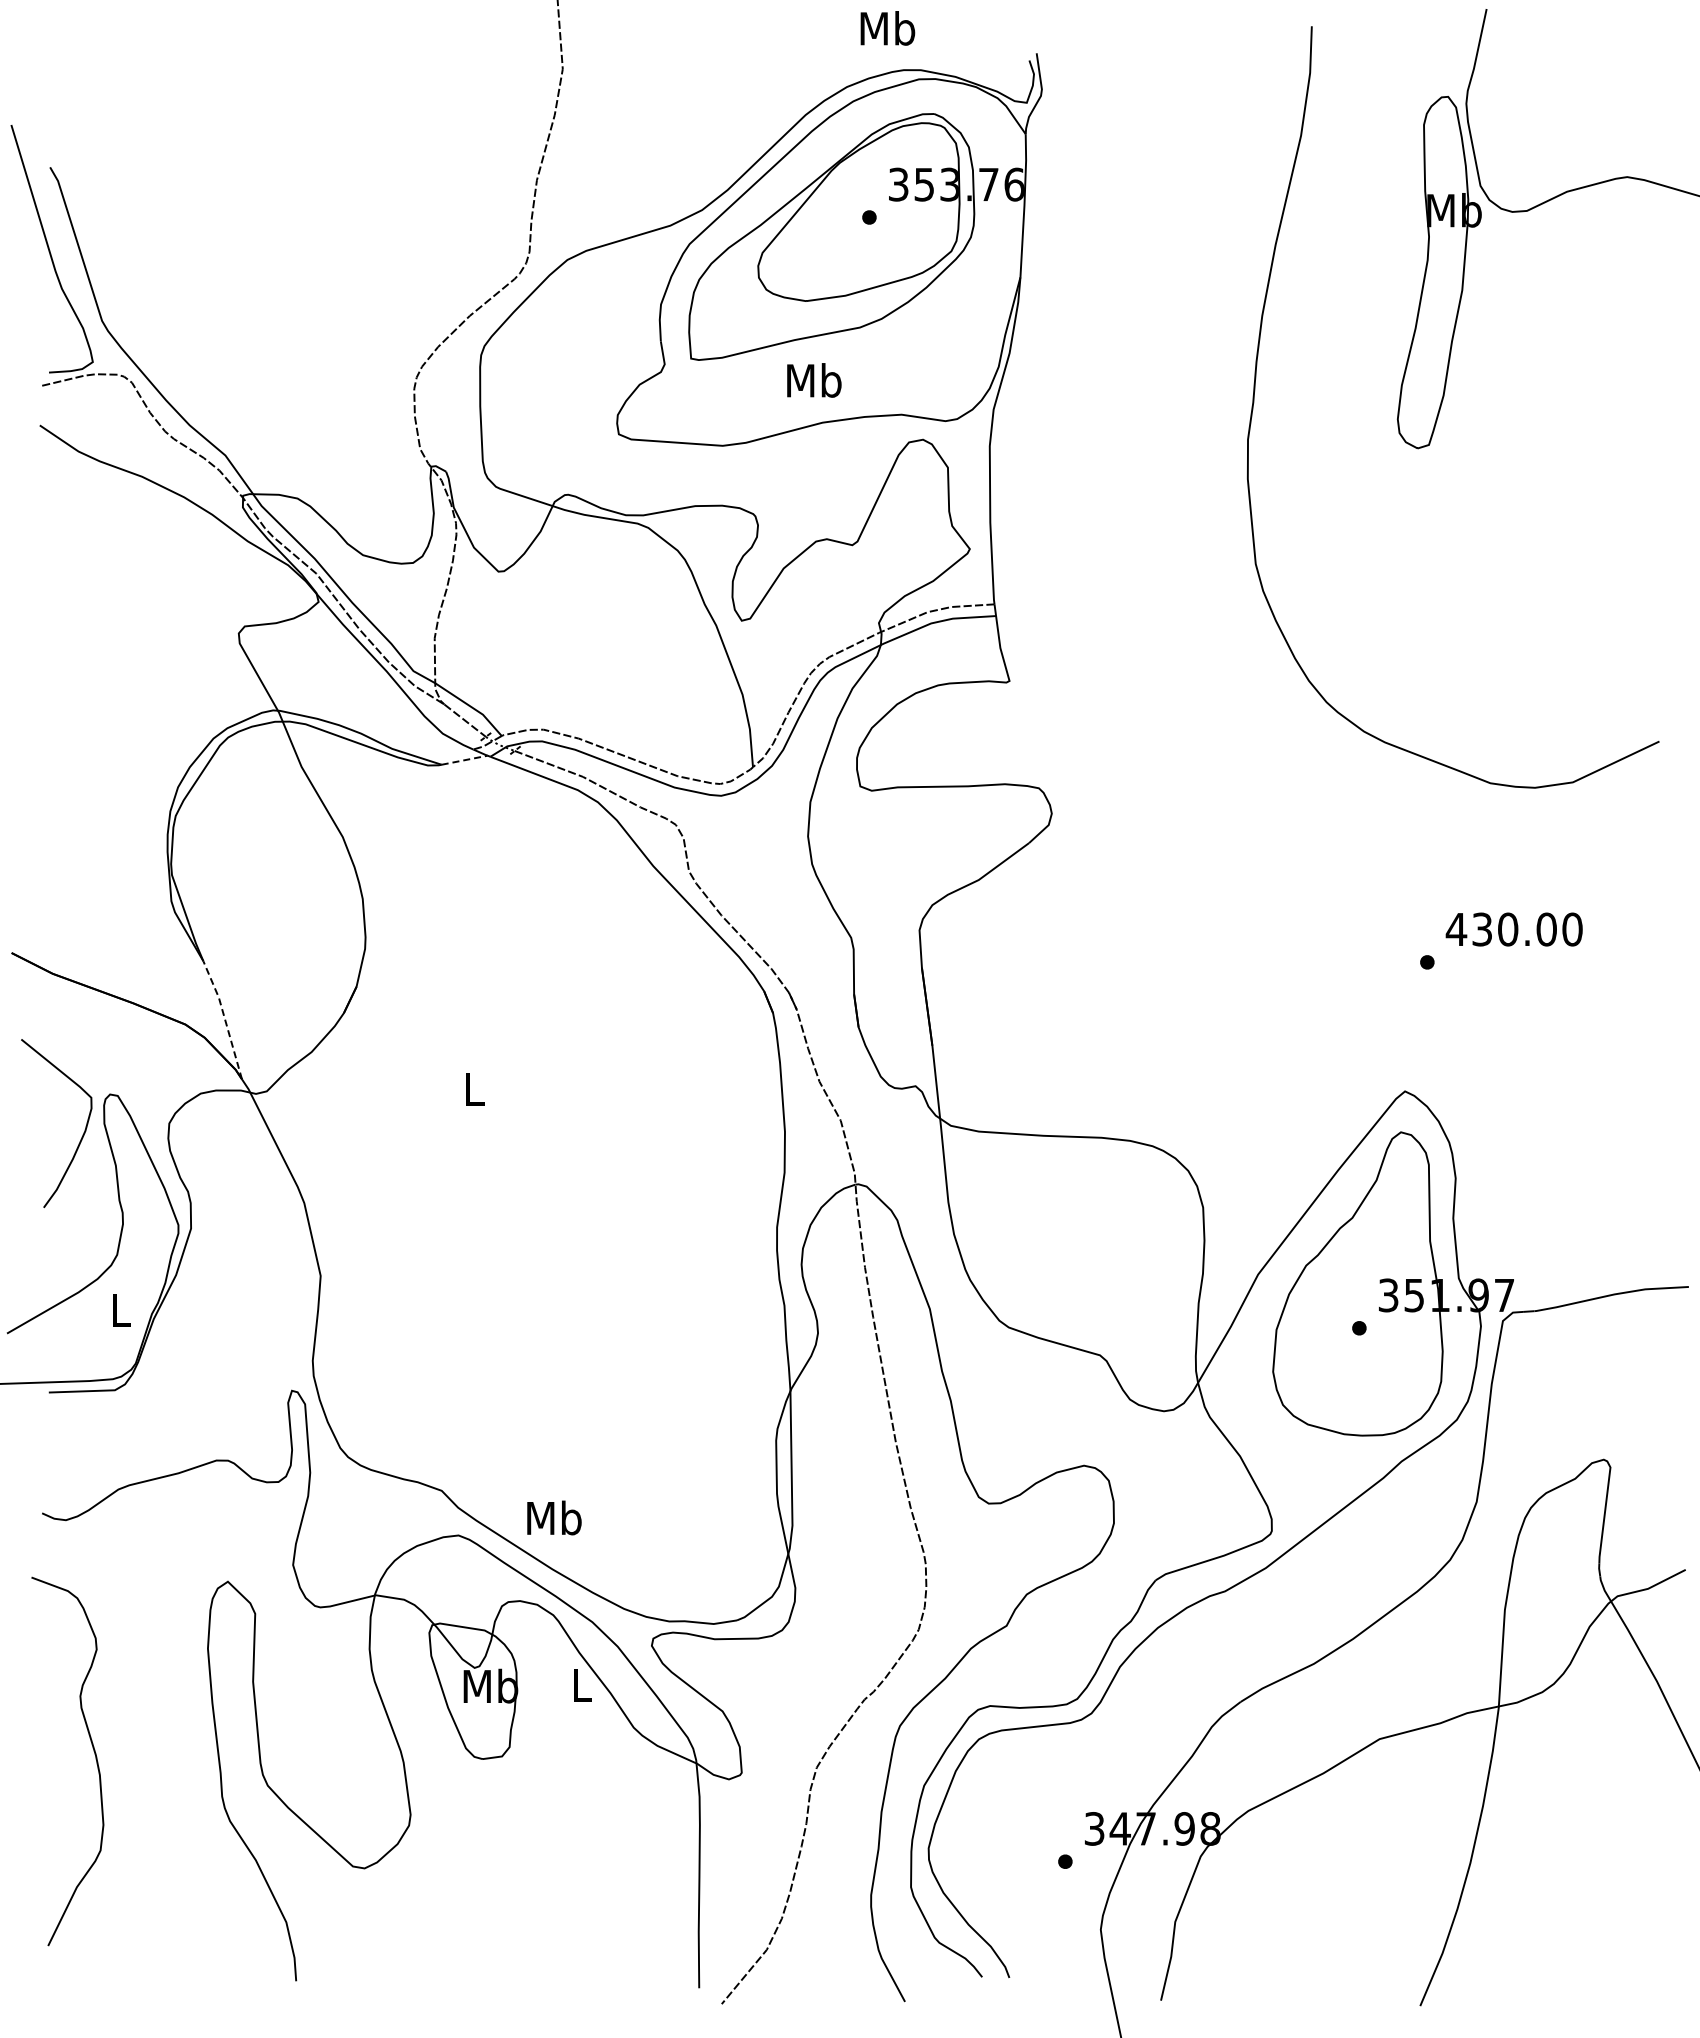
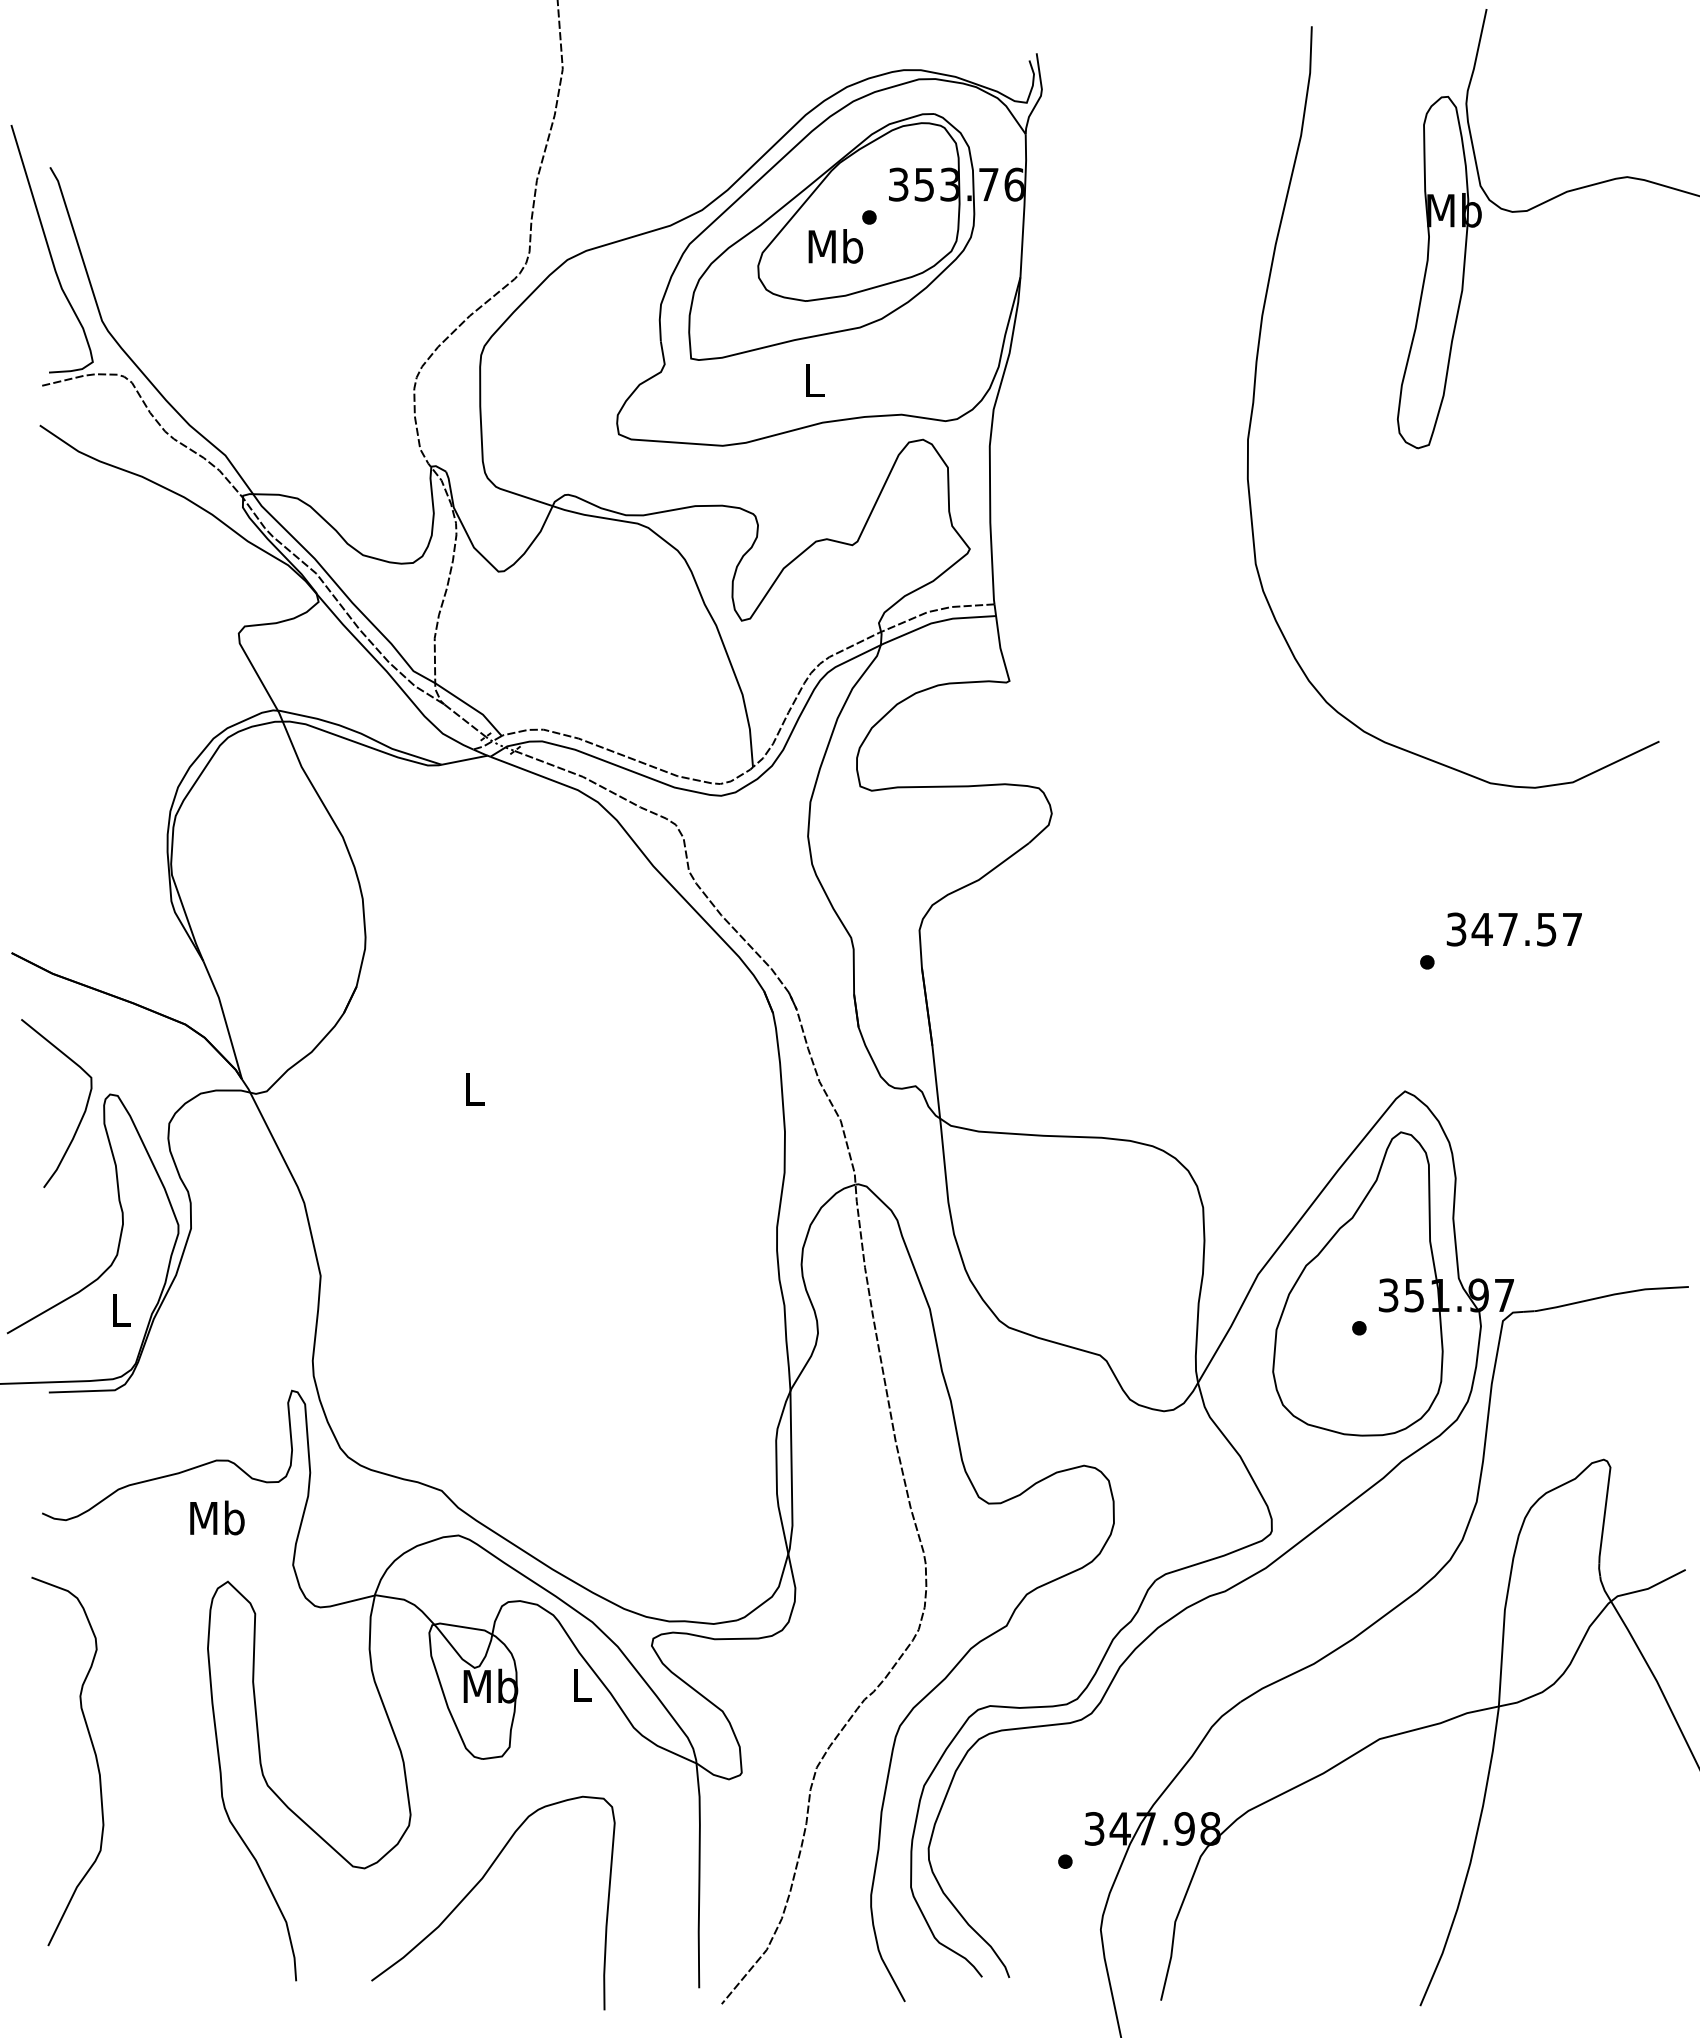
text at (887, 28) position: (887, 28) -> (835, 246)
text at (814, 380): Mb -> L
line at (465, 760): dashed -> solid
text at (1513, 929): 430.00 -> 347.57
line at (224, 1018): dashed -> solid
curve at (82, 1134) position: (82, 1134) -> (82, 1114)
text at (554, 1517) position: (554, 1517) -> (217, 1517)
curve at (477, 1885): none -> present
